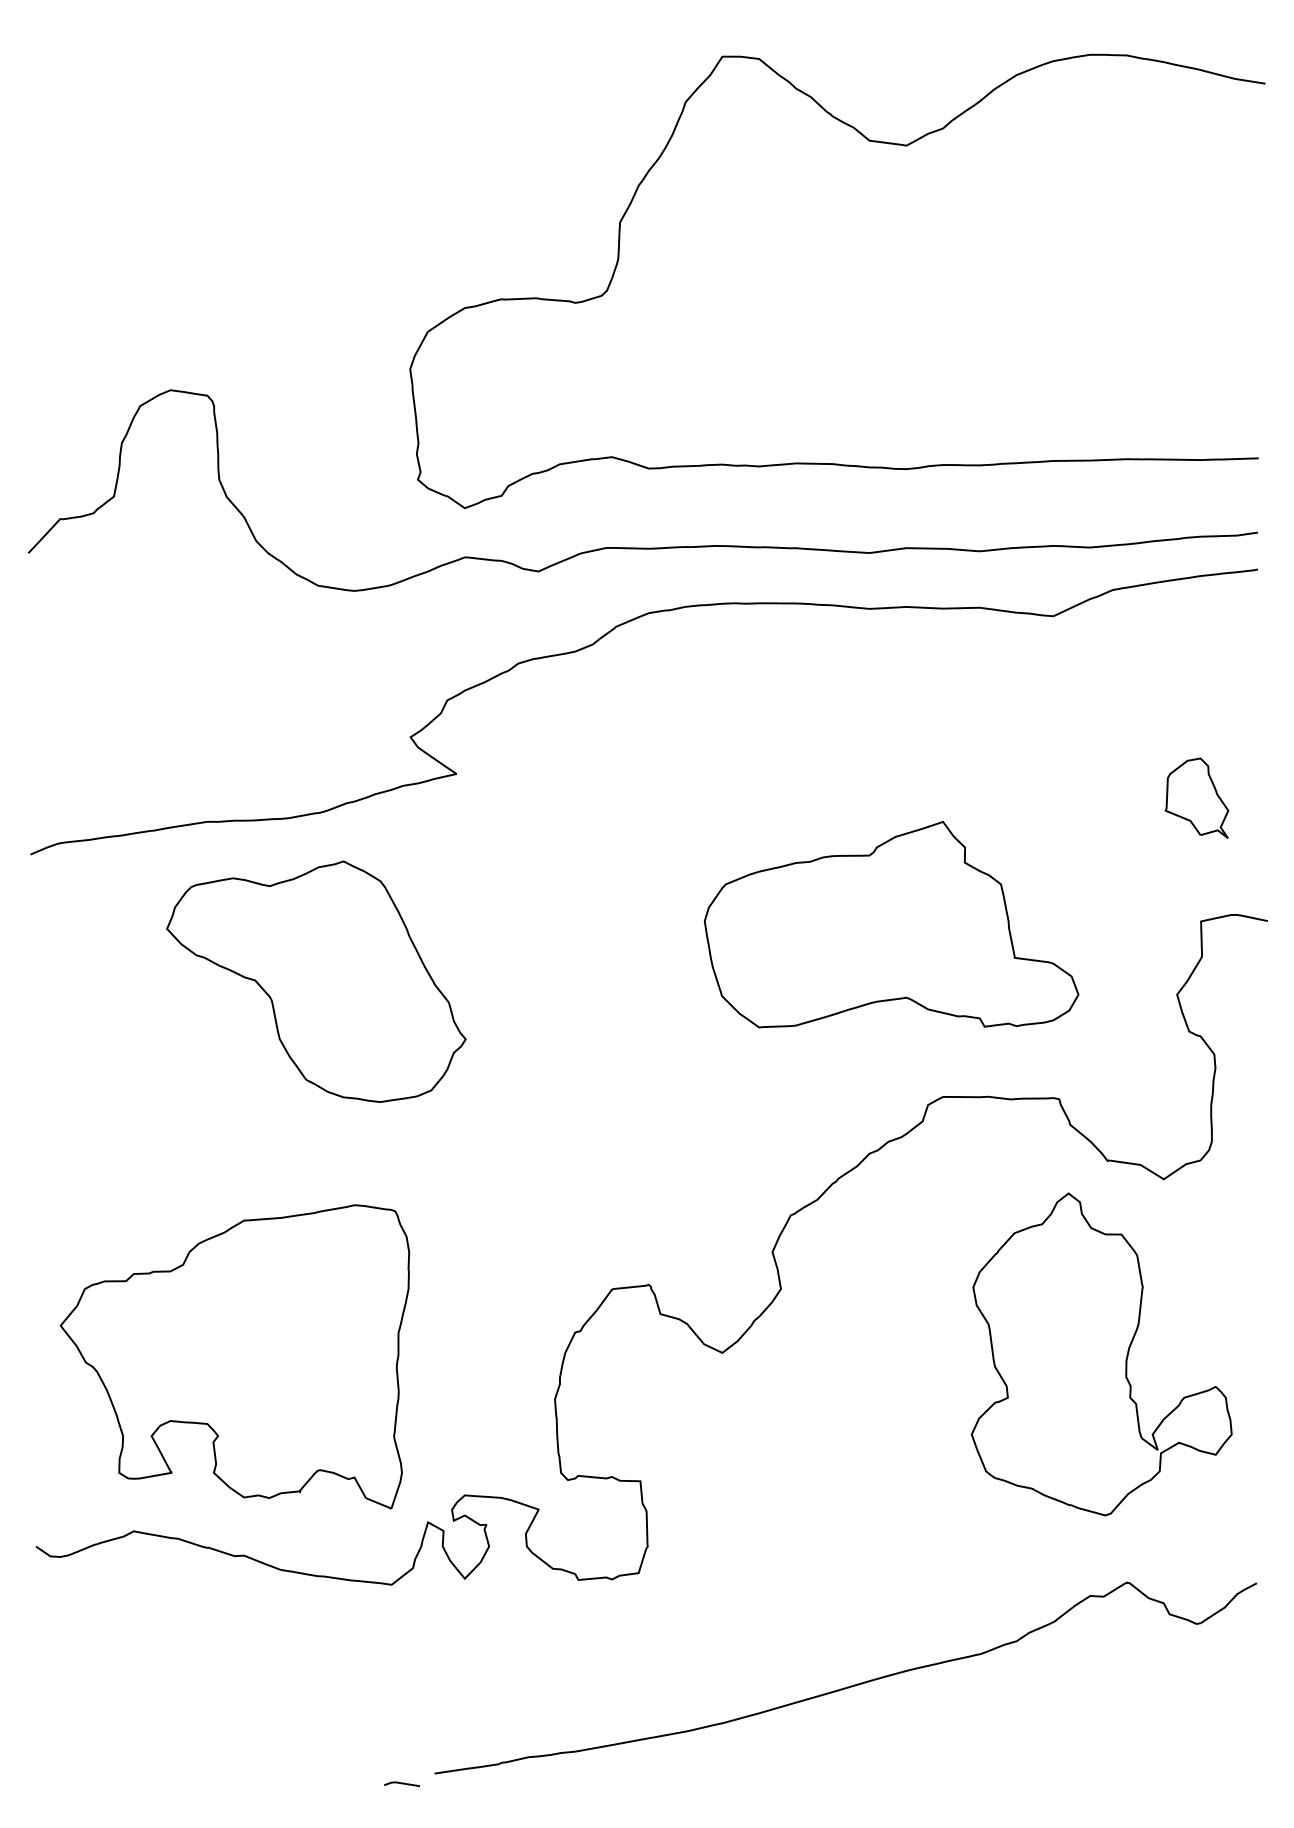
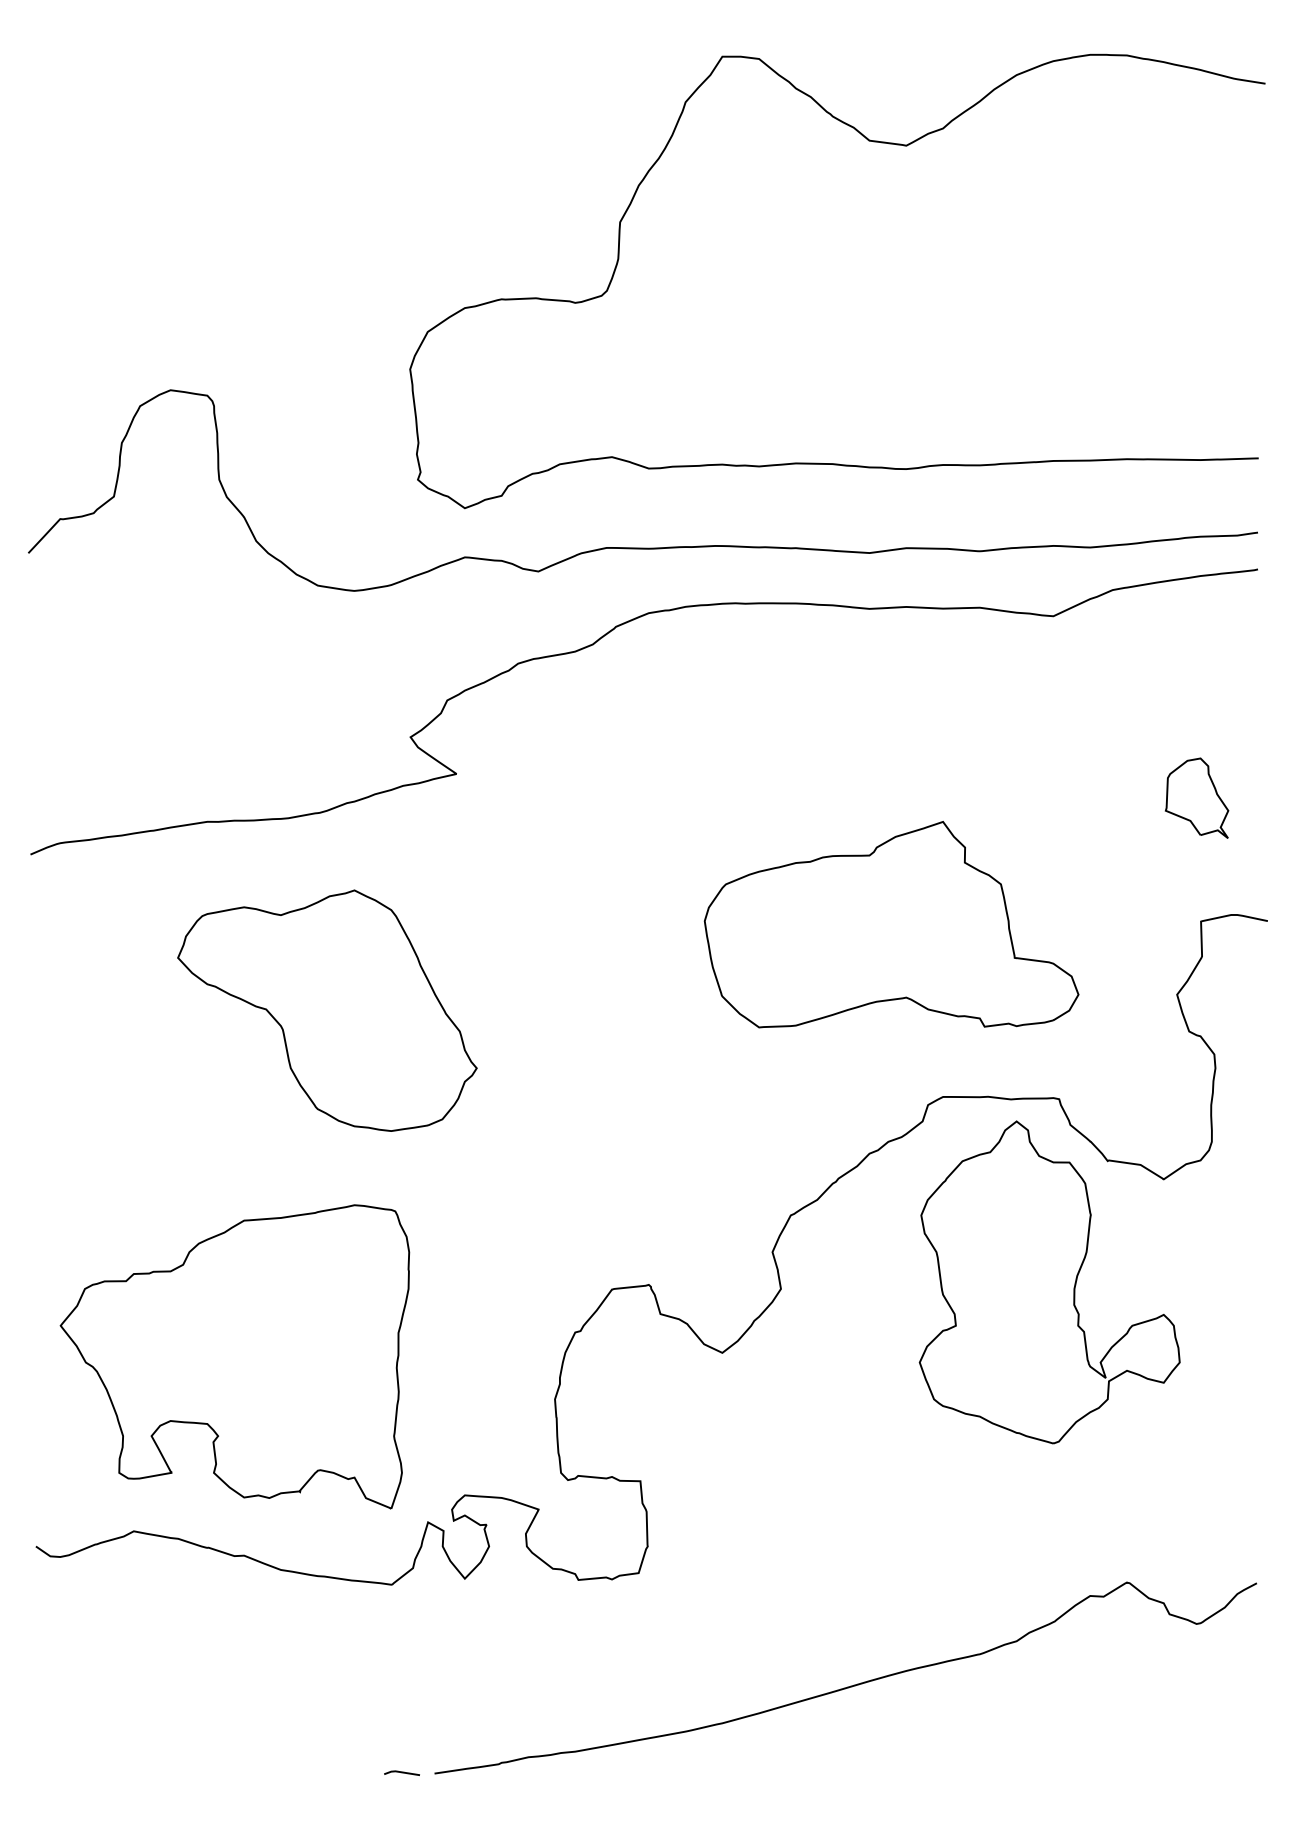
part at (316, 981) position: (316, 981) -> (327, 1010)
part at (1101, 1354) position: (1101, 1354) -> (1049, 1282)
line at (401, 1783) position: (401, 1783) -> (401, 1772)
